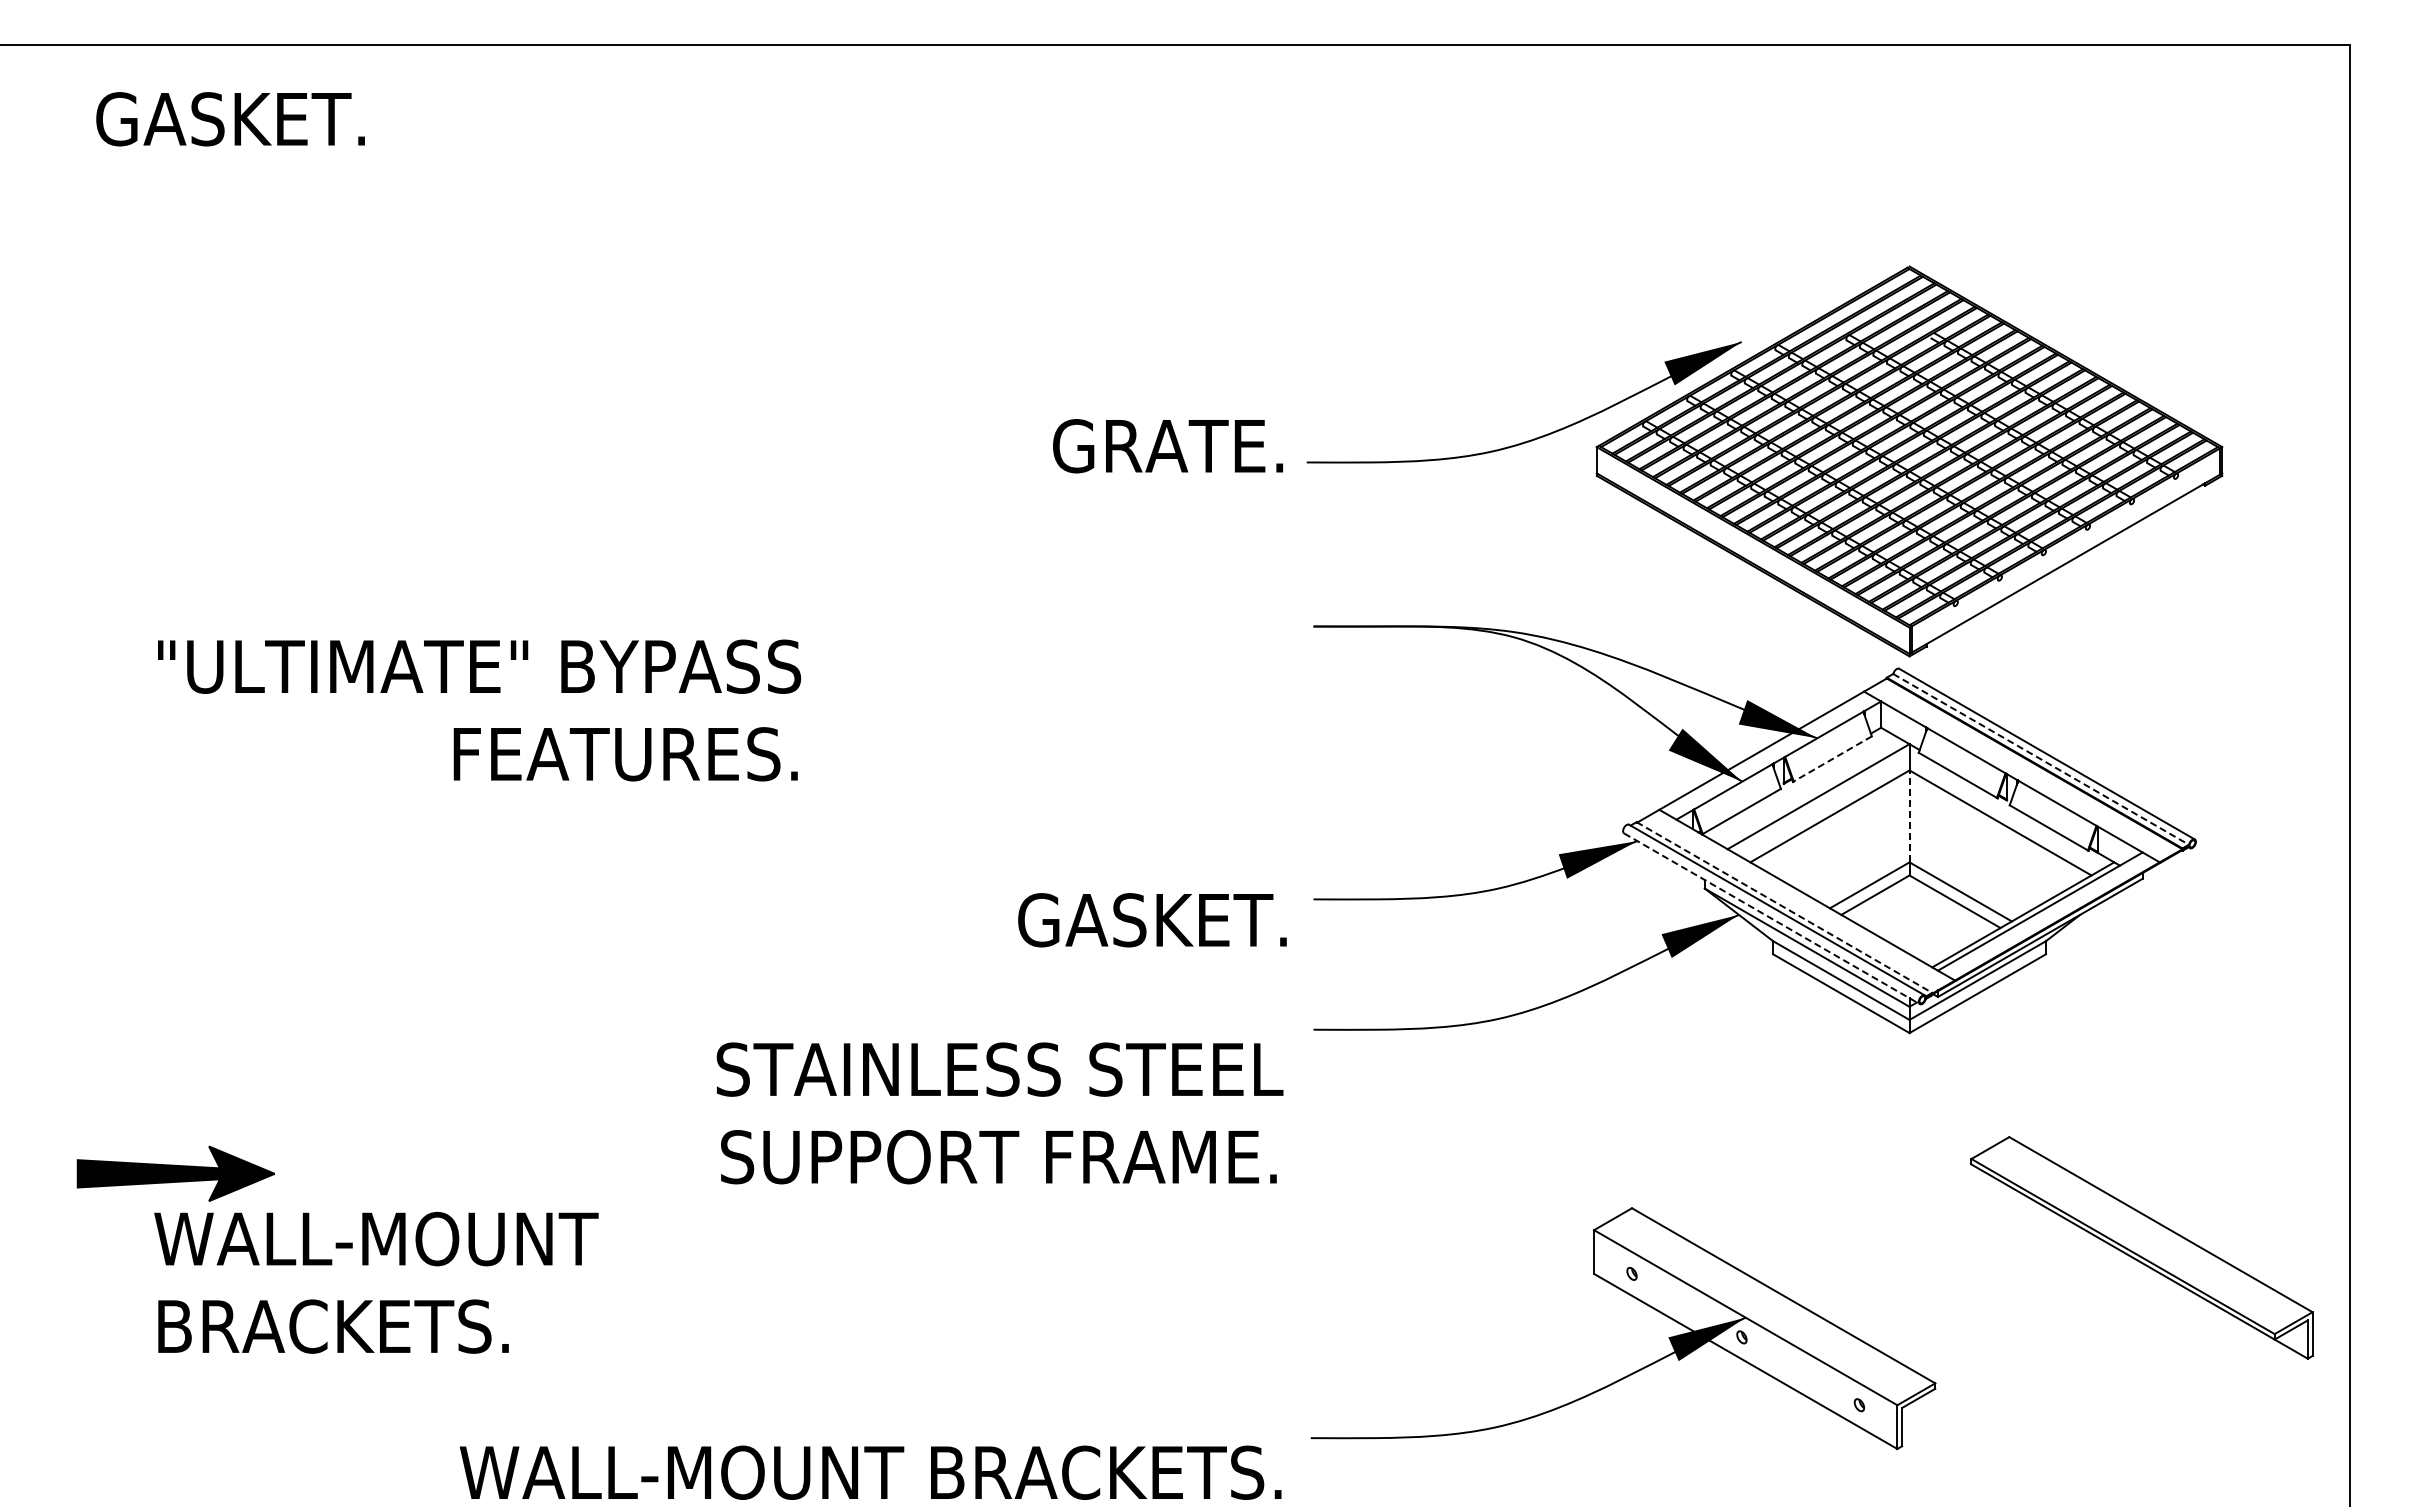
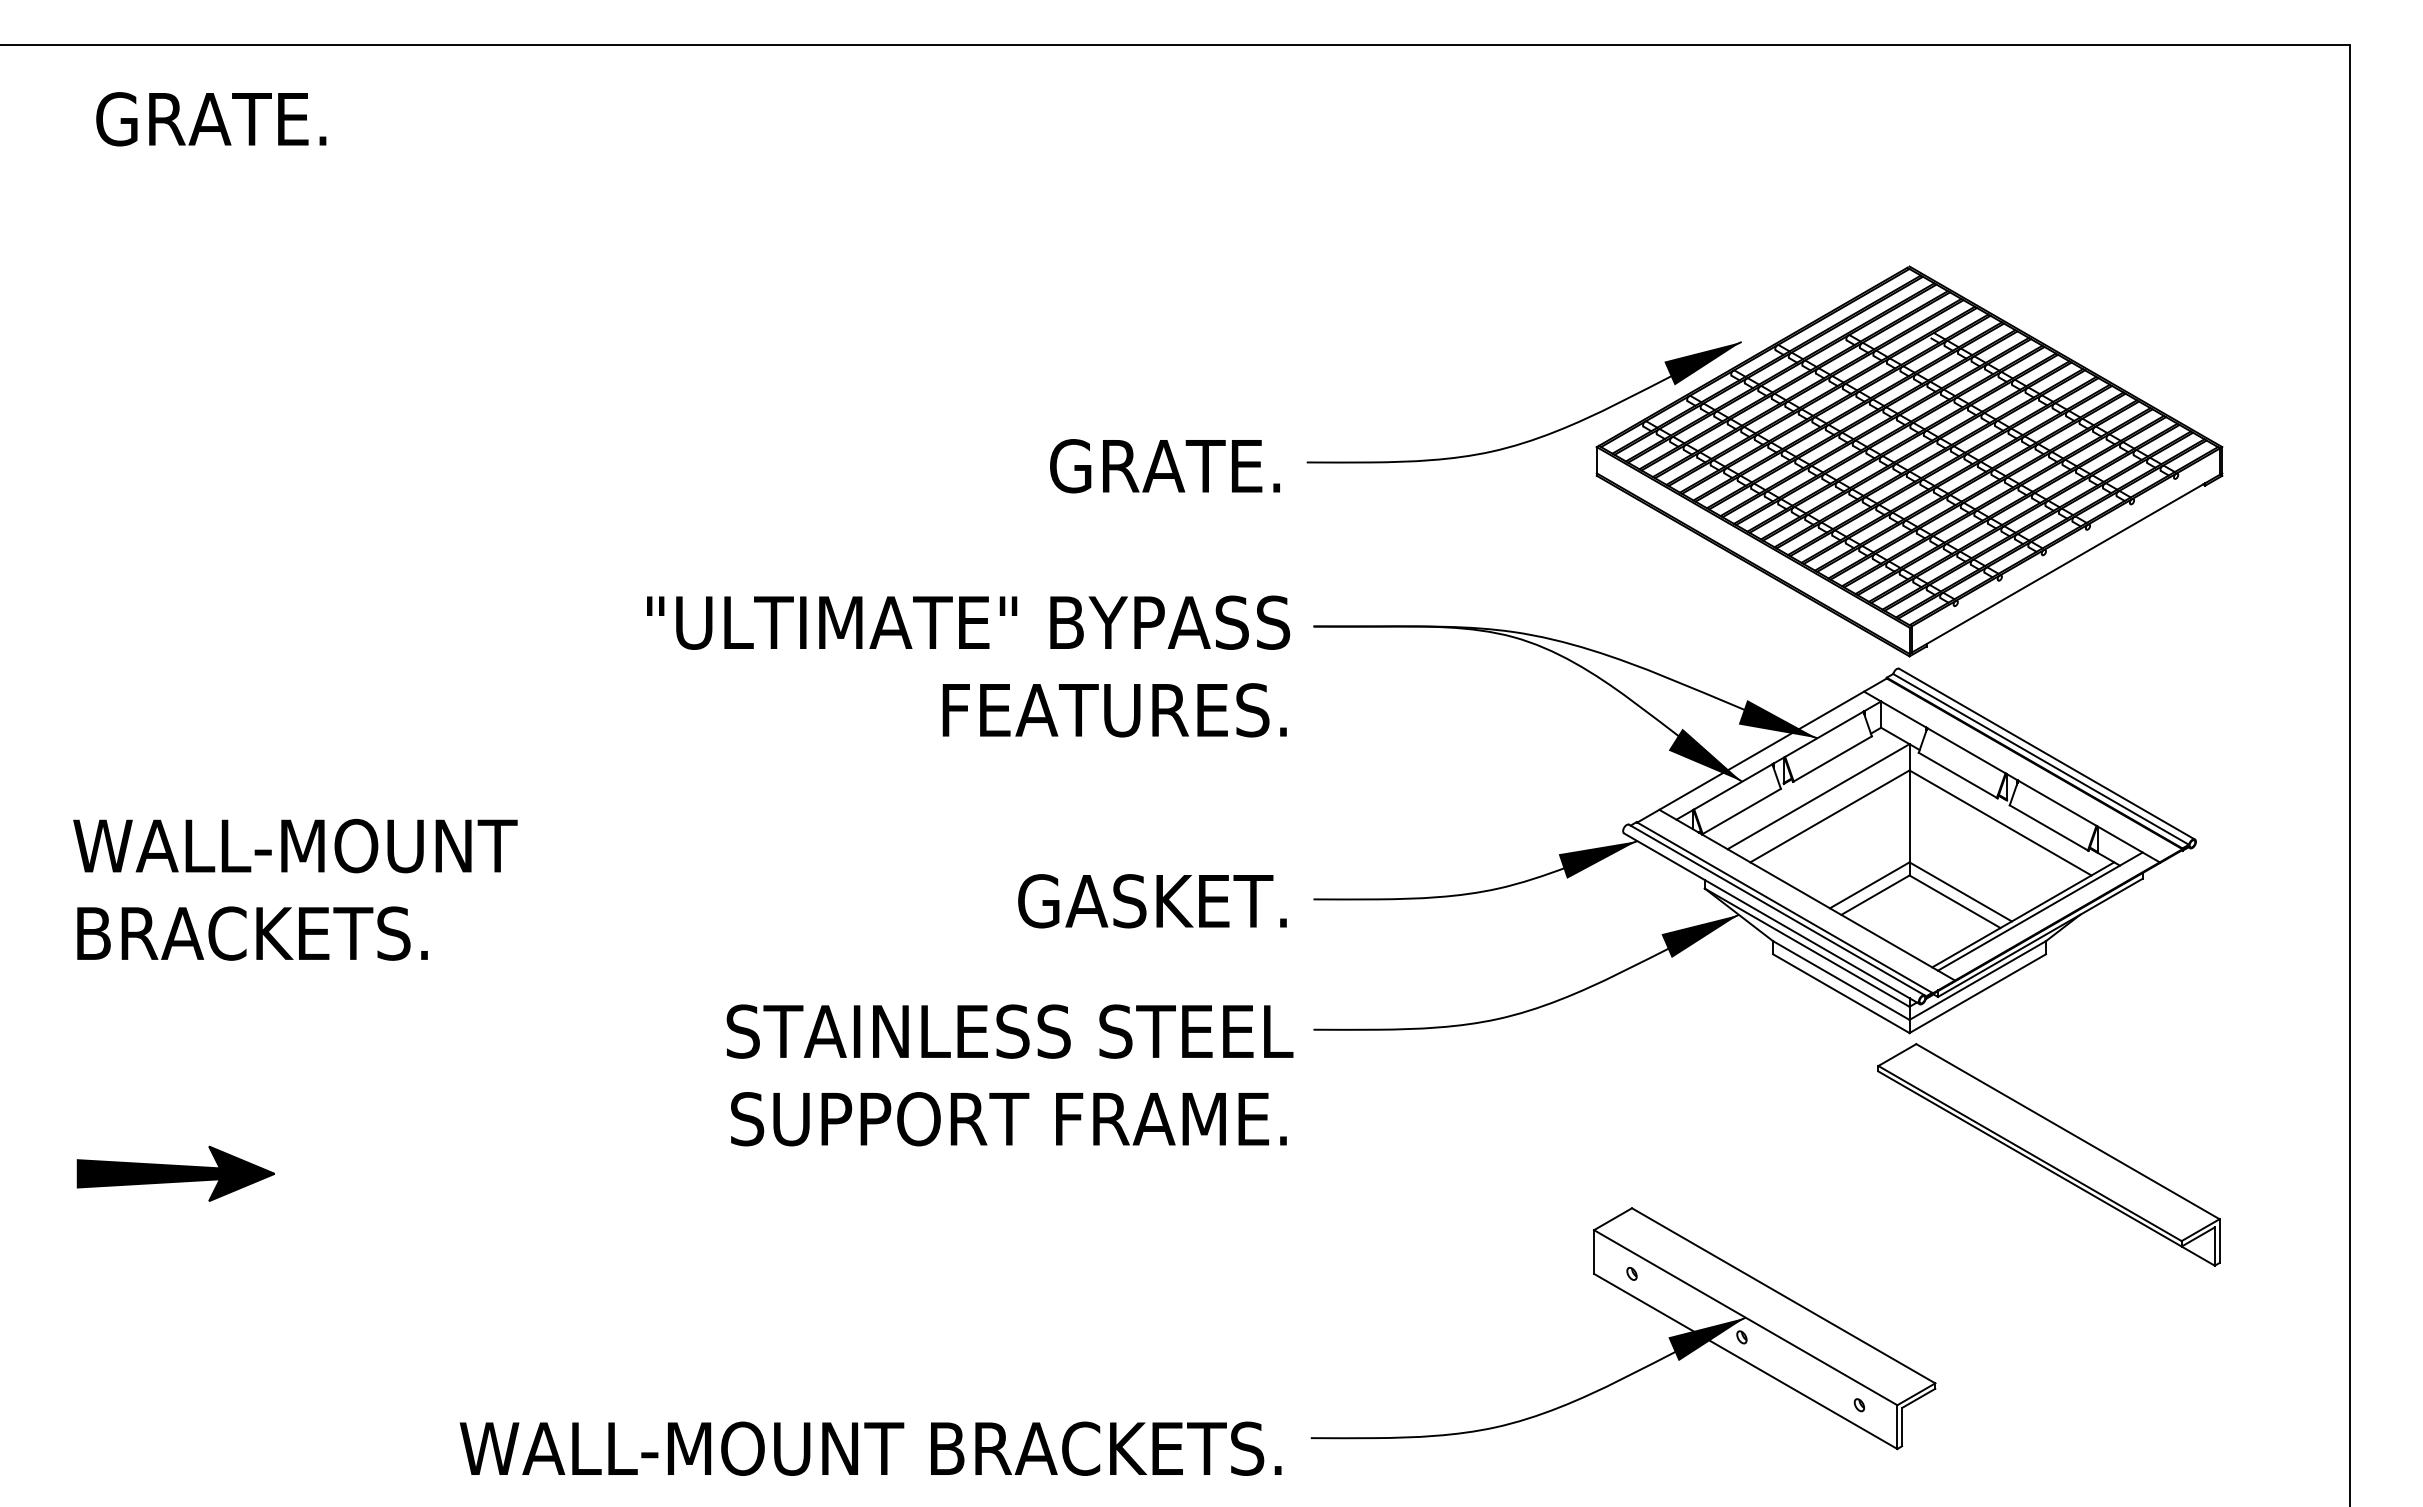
text at (253, 119): GASKET. -> GRATE.
text at (1167, 446) position: (1167, 446) -> (1164, 466)
text at (479, 710) position: (479, 710) -> (968, 666)
line at (1832, 759): dashed -> solid
line at (2041, 759): dashed -> solid
line at (1909, 816): dashed -> solid
line at (1784, 907): dashed -> solid
line at (1772, 918): dashed -> solid
text at (1152, 920) position: (1152, 920) -> (1152, 901)
text at (999, 1113) position: (999, 1113) -> (1009, 1075)
part at (2141, 1247) position: (2141, 1247) -> (2048, 1154)
text at (376, 1282) position: (376, 1282) -> (295, 889)
text at (870, 1472) position: (870, 1472) -> (870, 1448)
